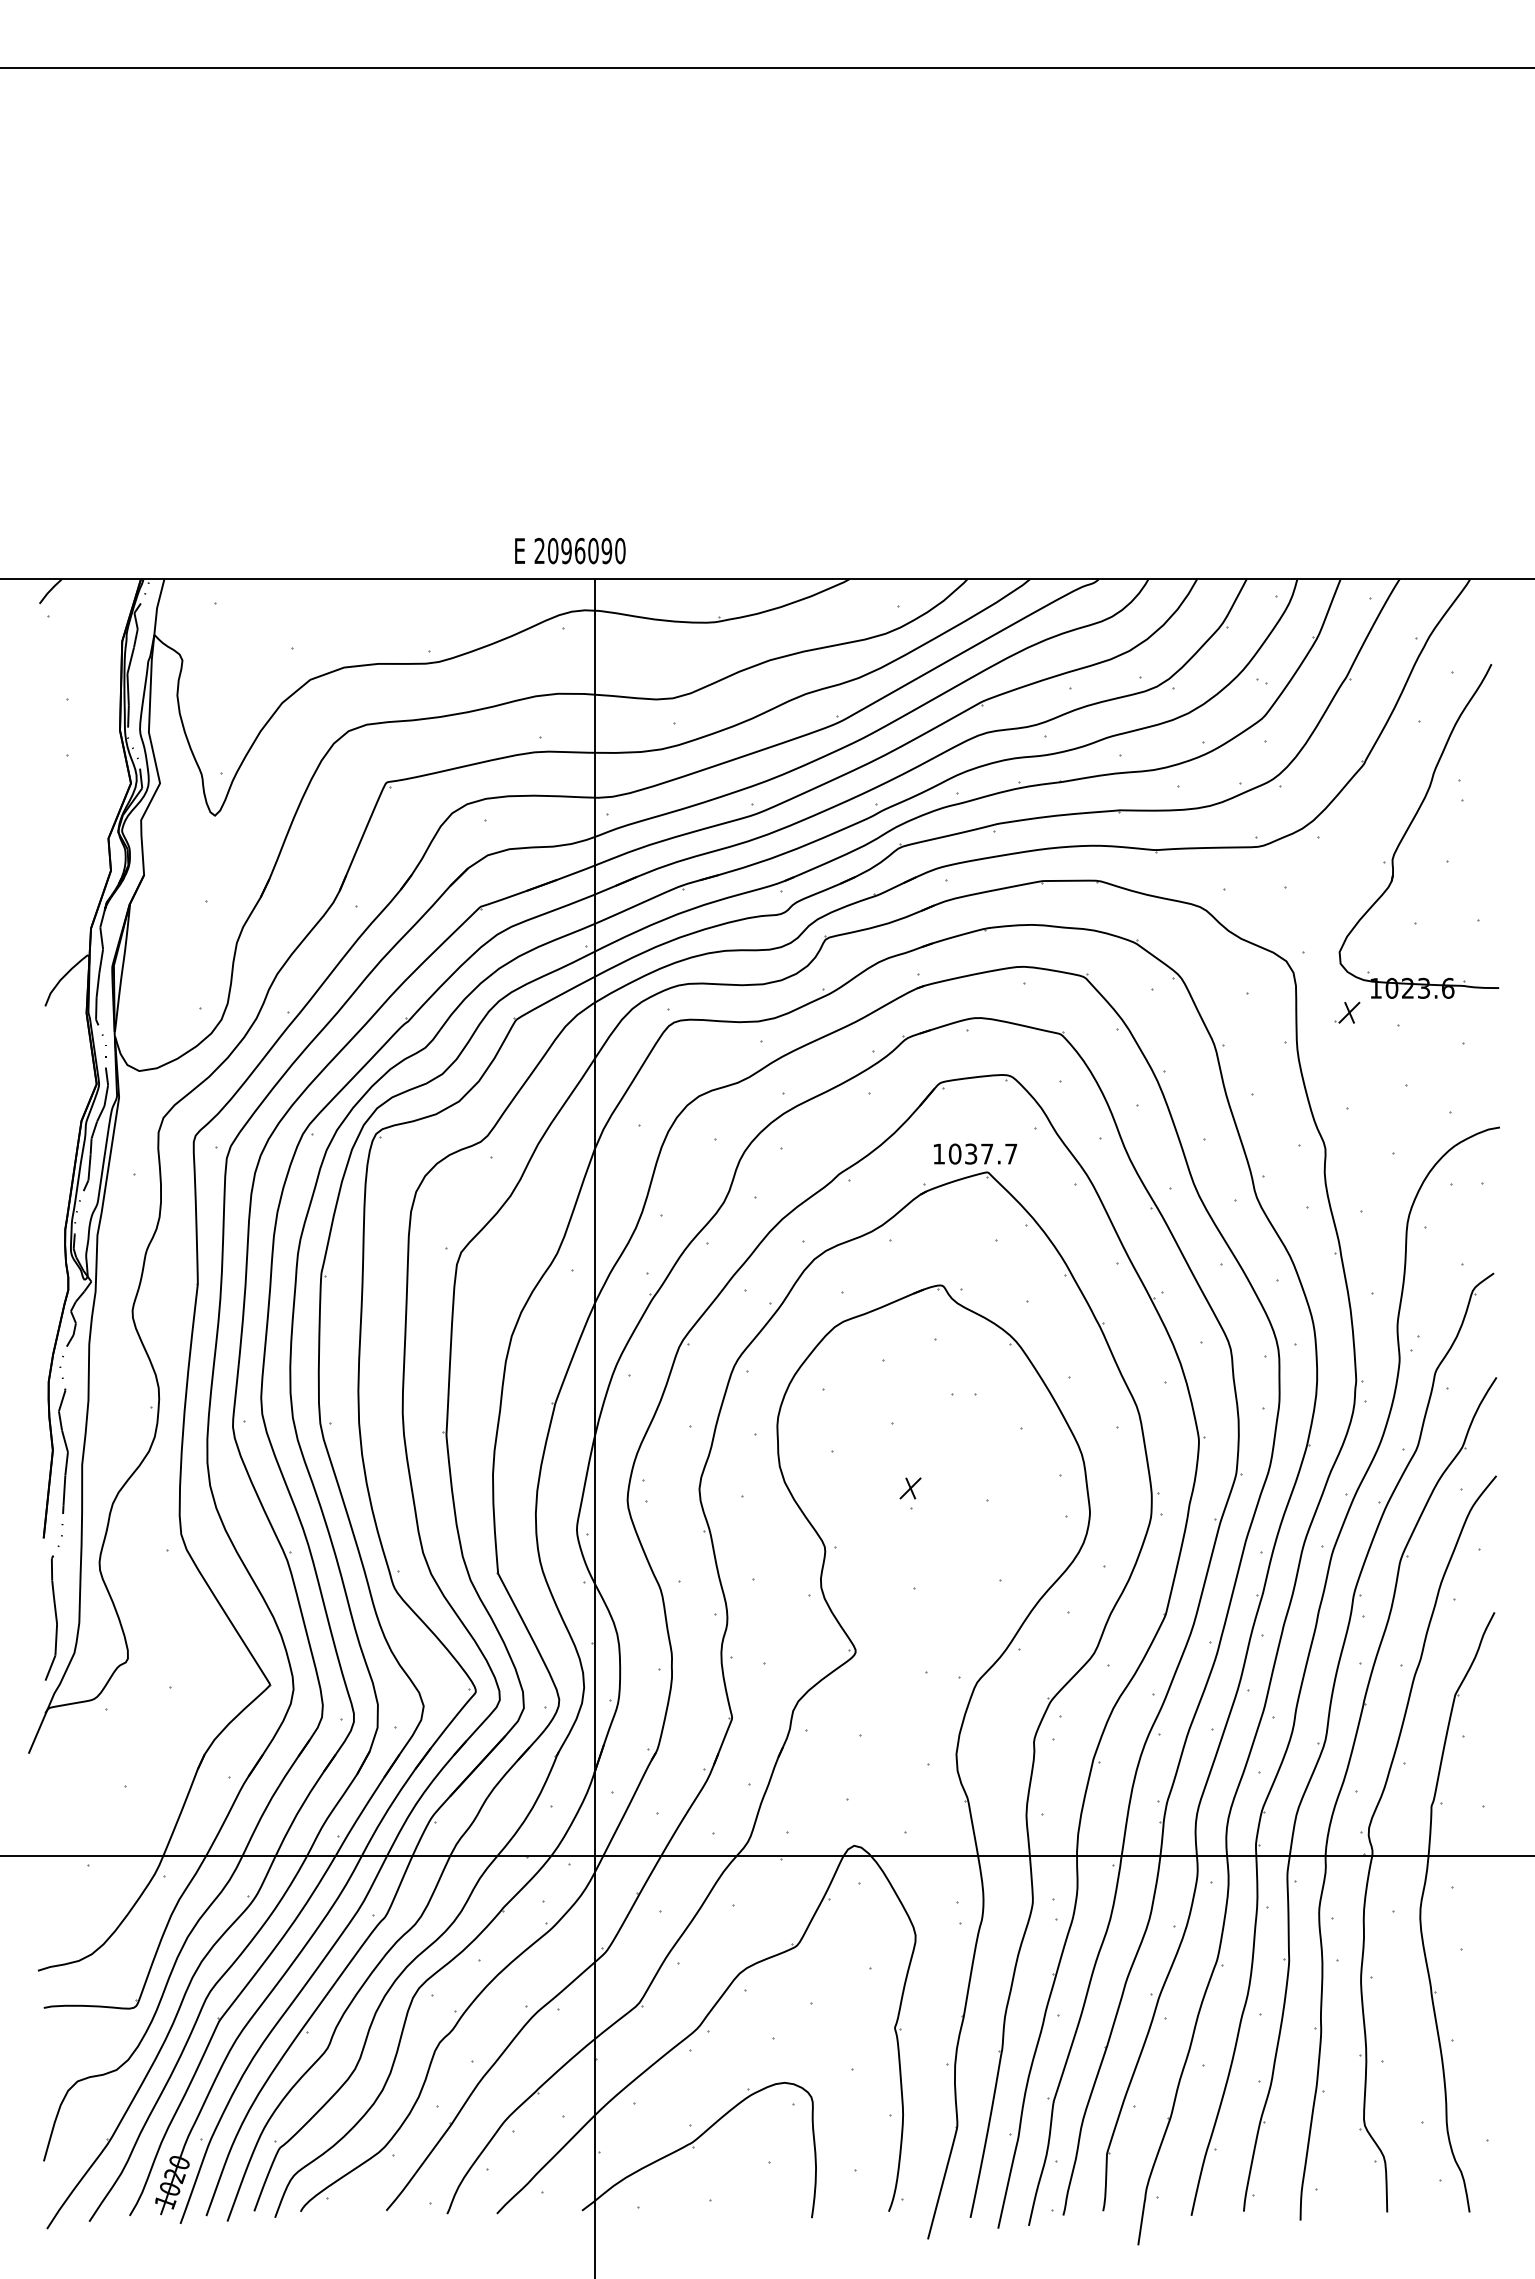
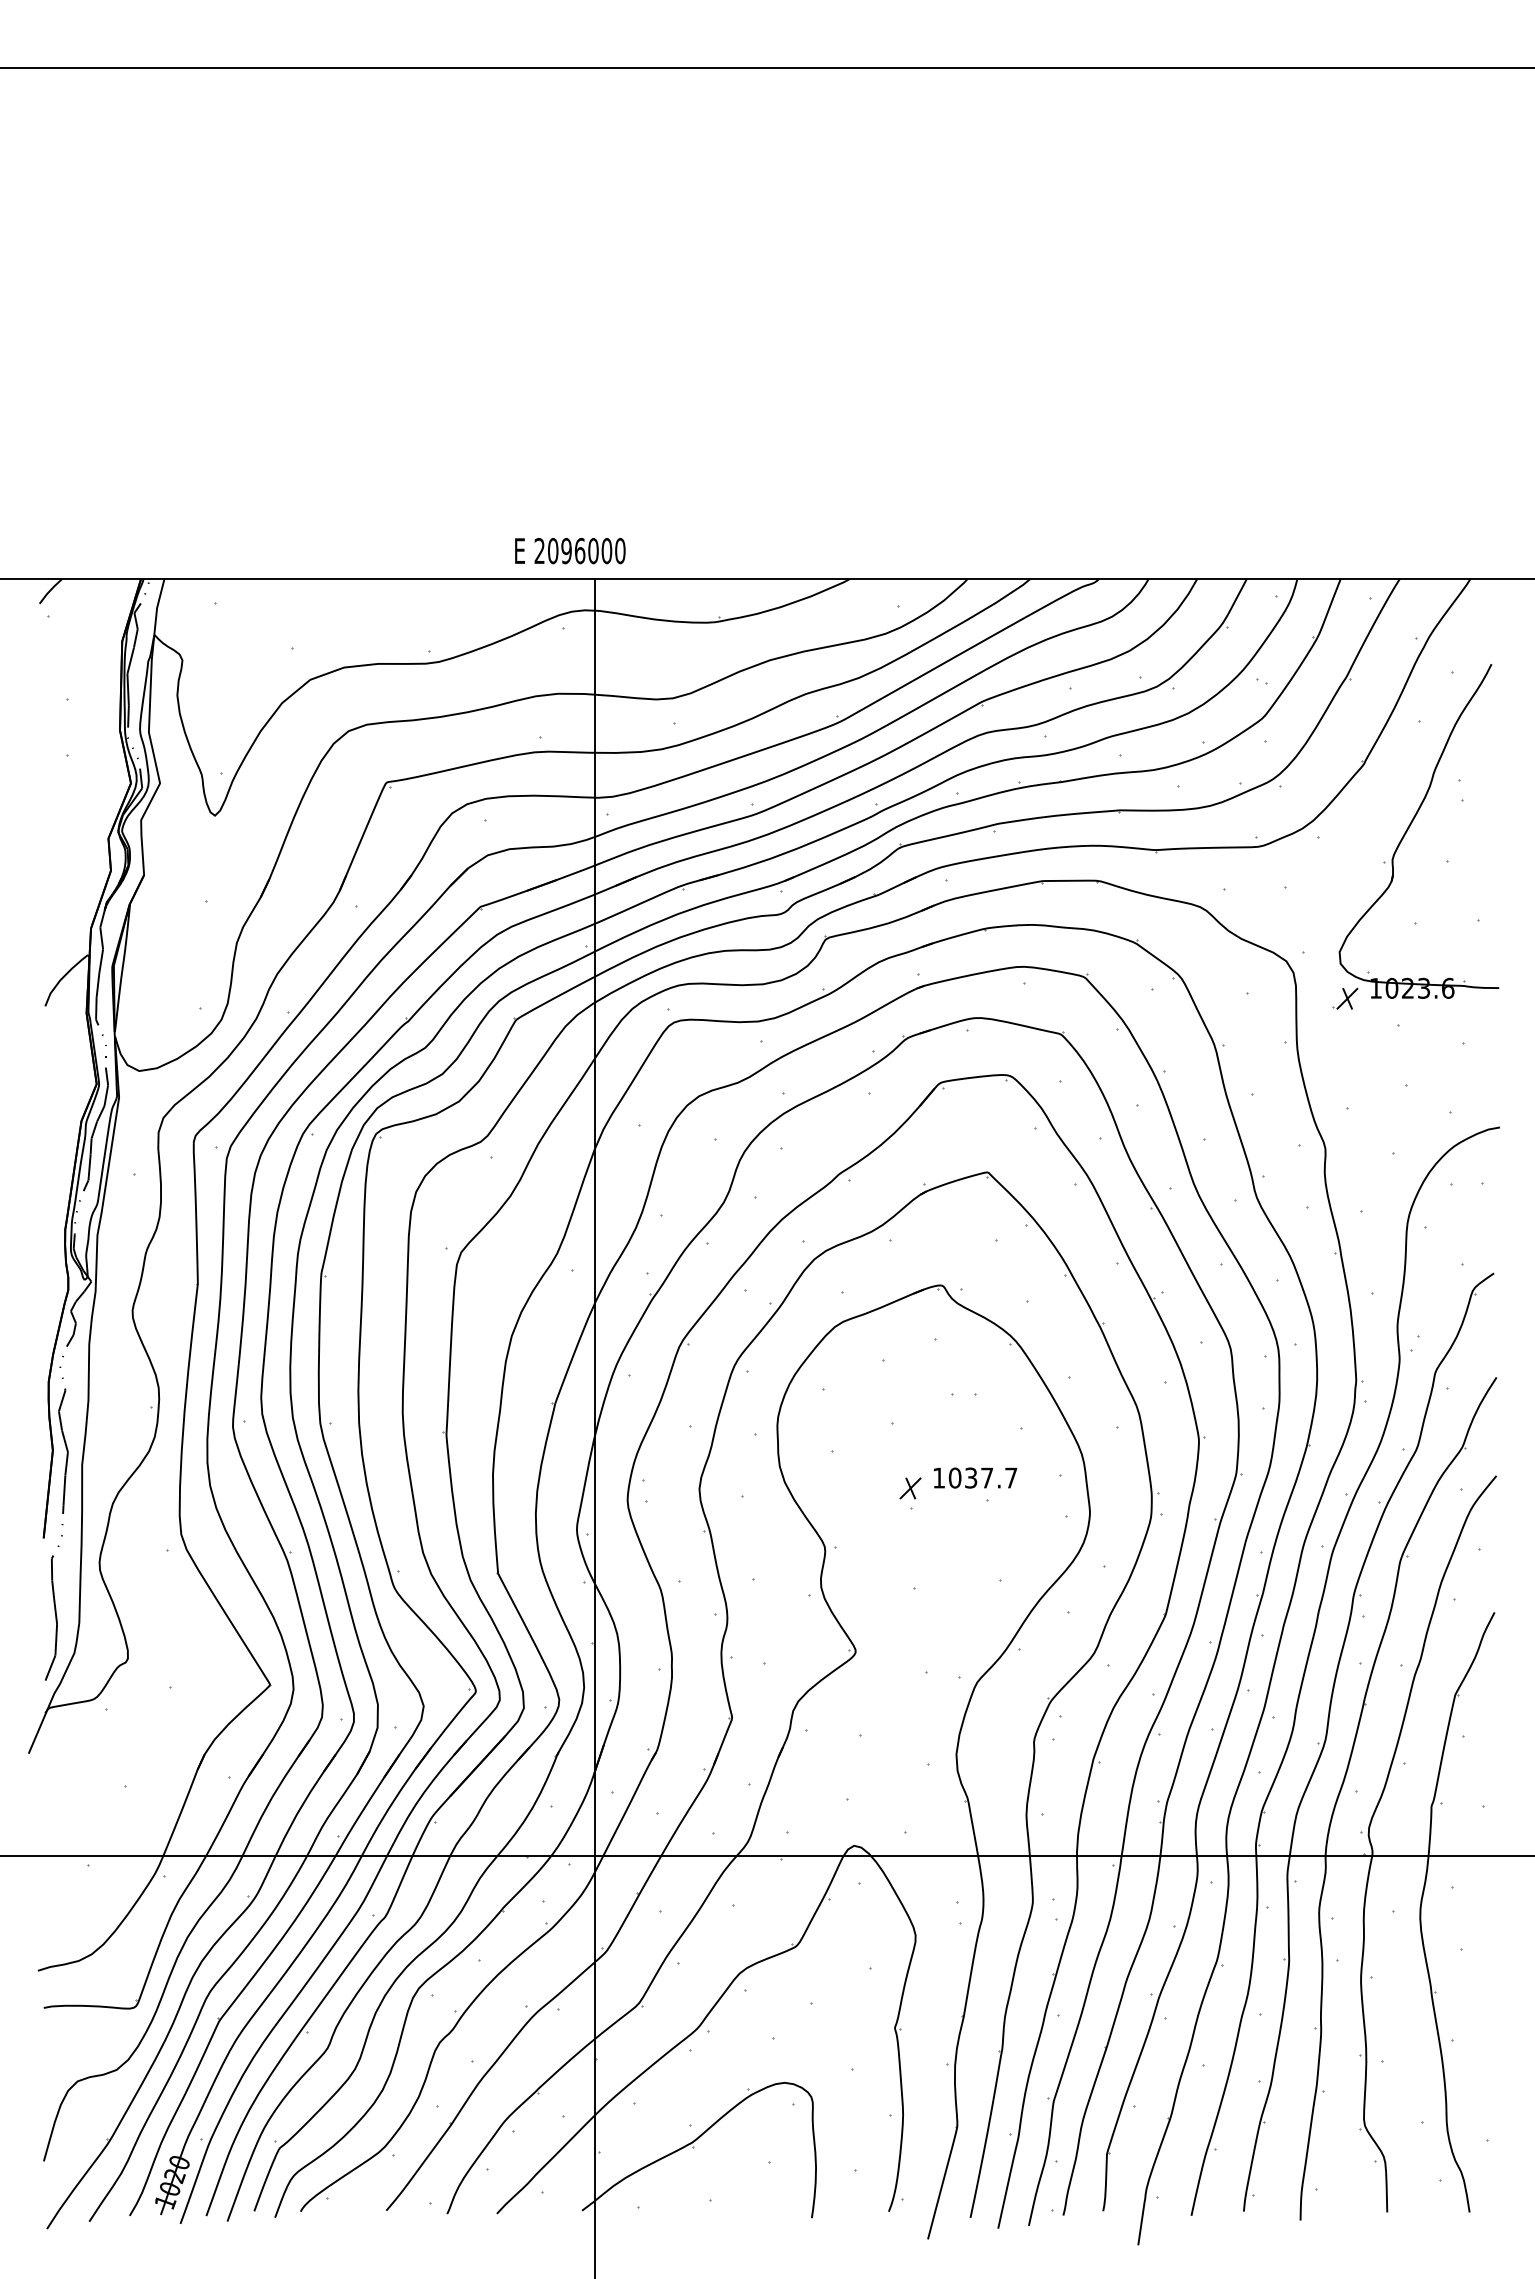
text at (606, 551): 2096090 -> 2096000
part at (1347, 1012) position: (1347, 1012) -> (1345, 998)
text at (975, 1153) position: (975, 1153) -> (975, 1477)
